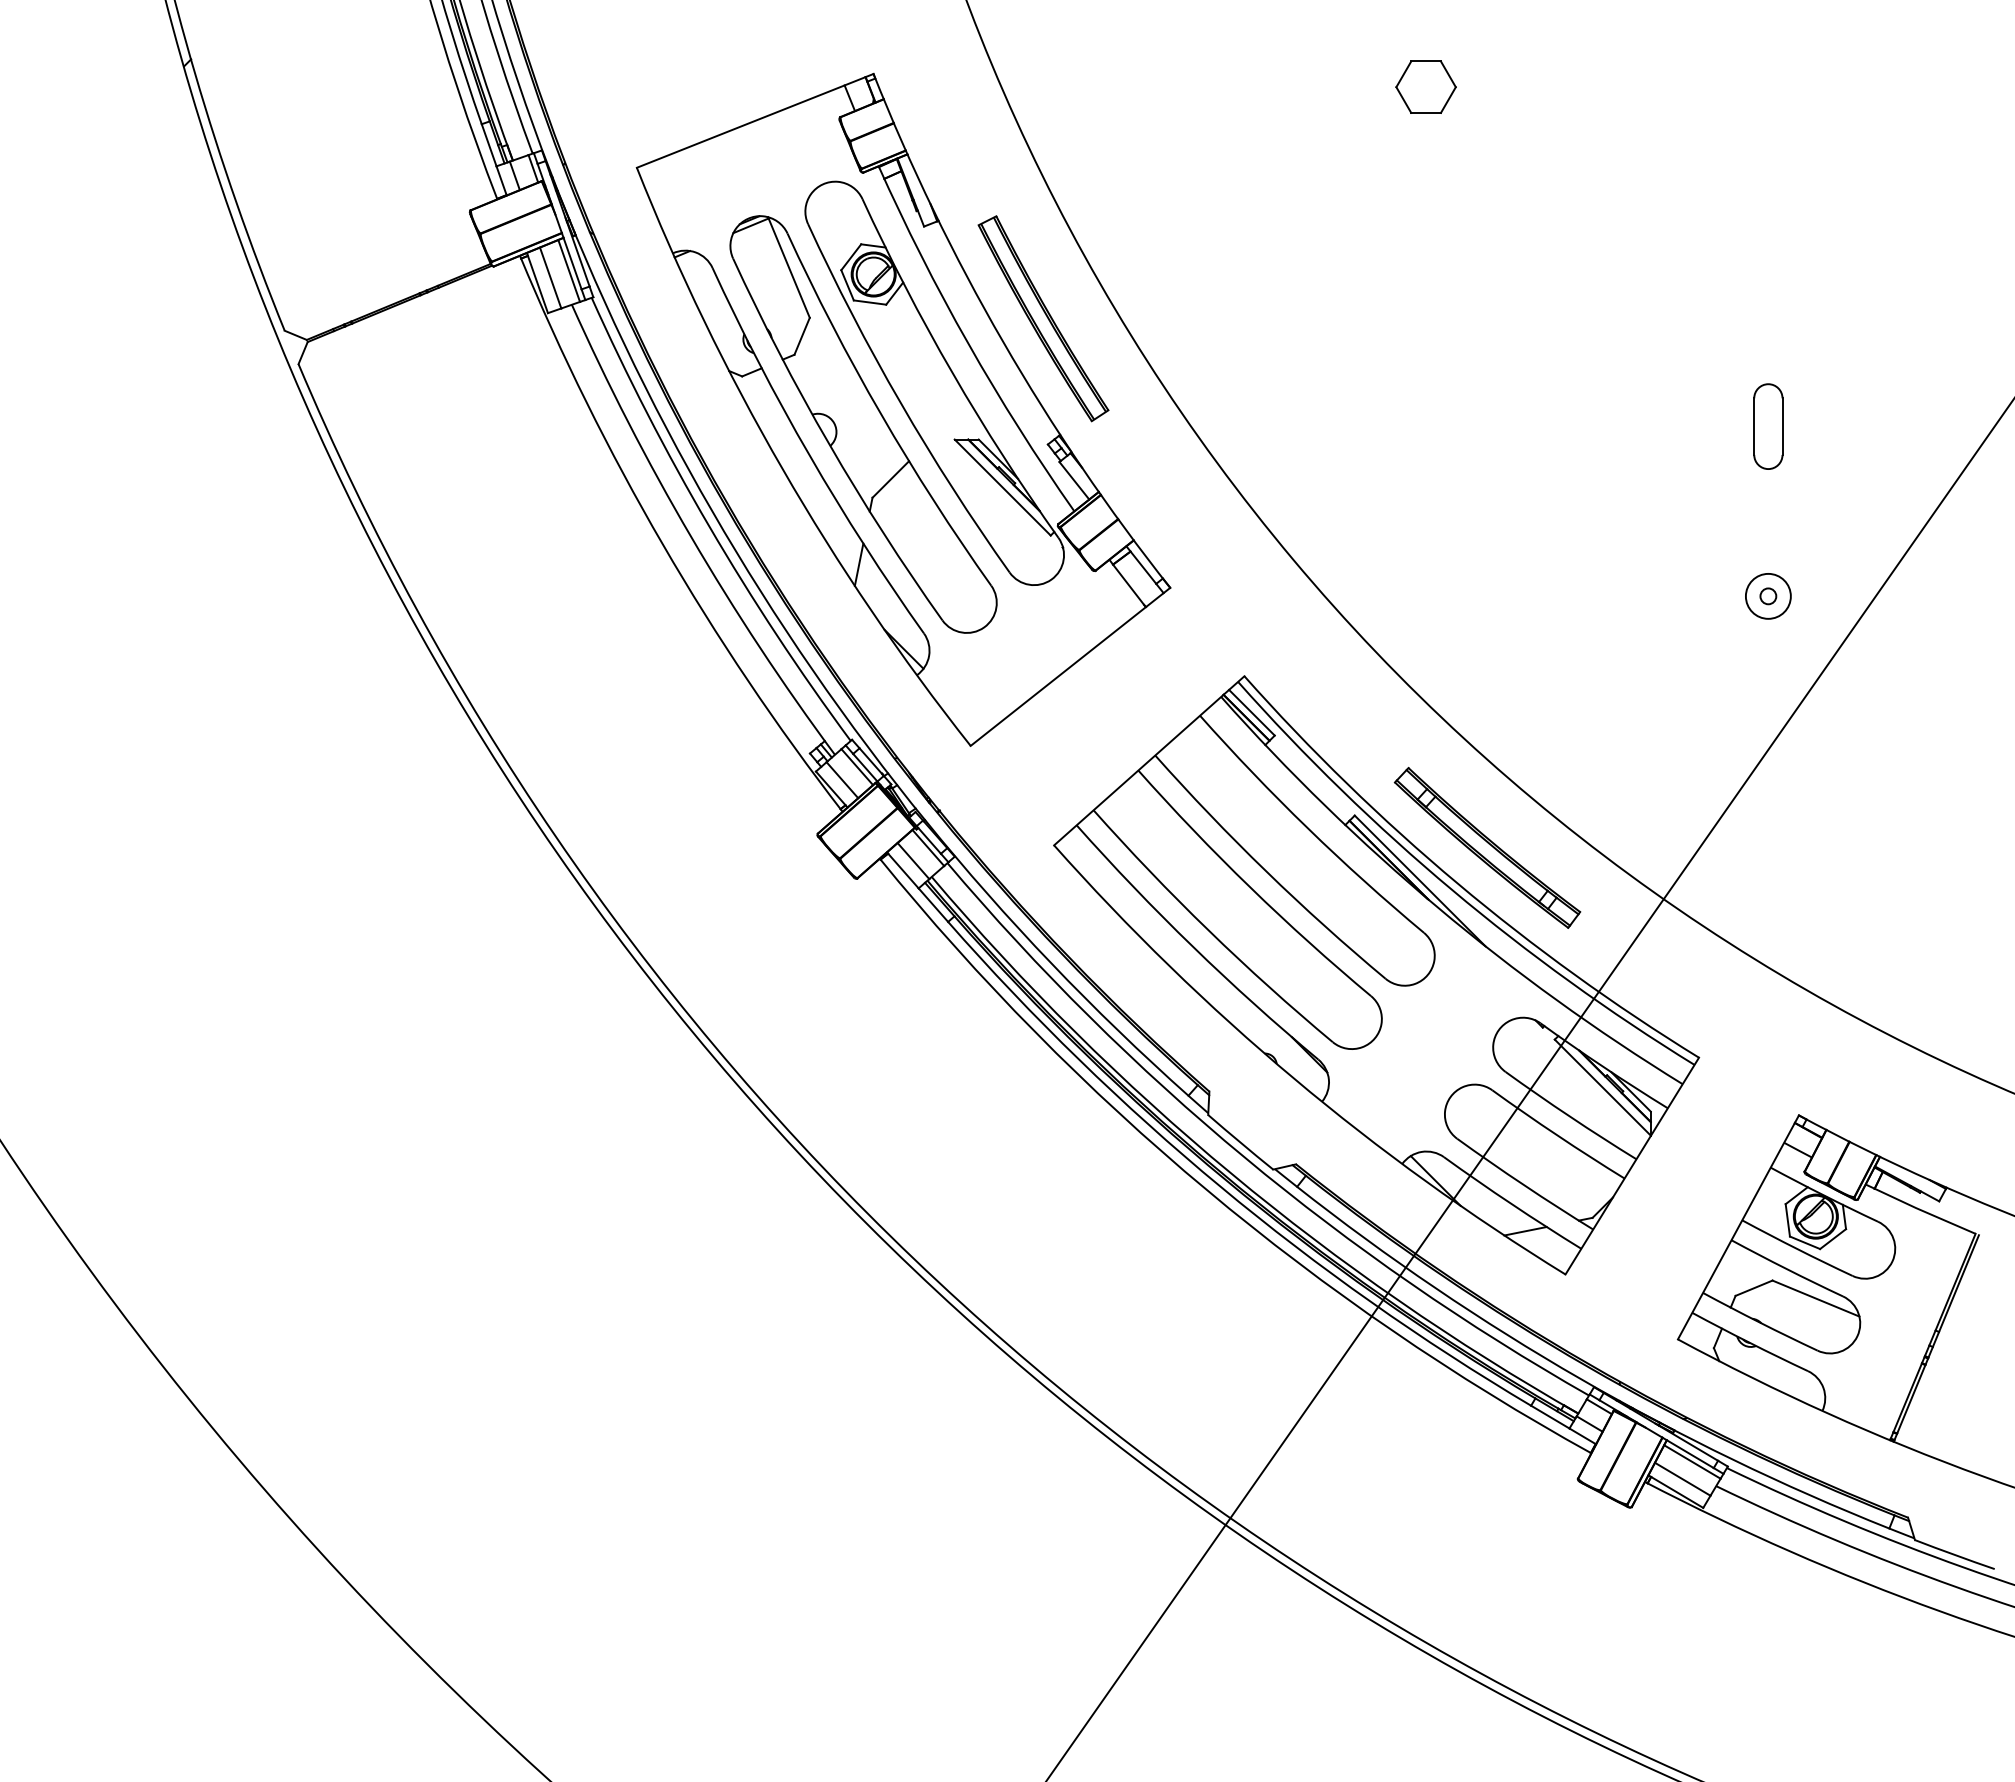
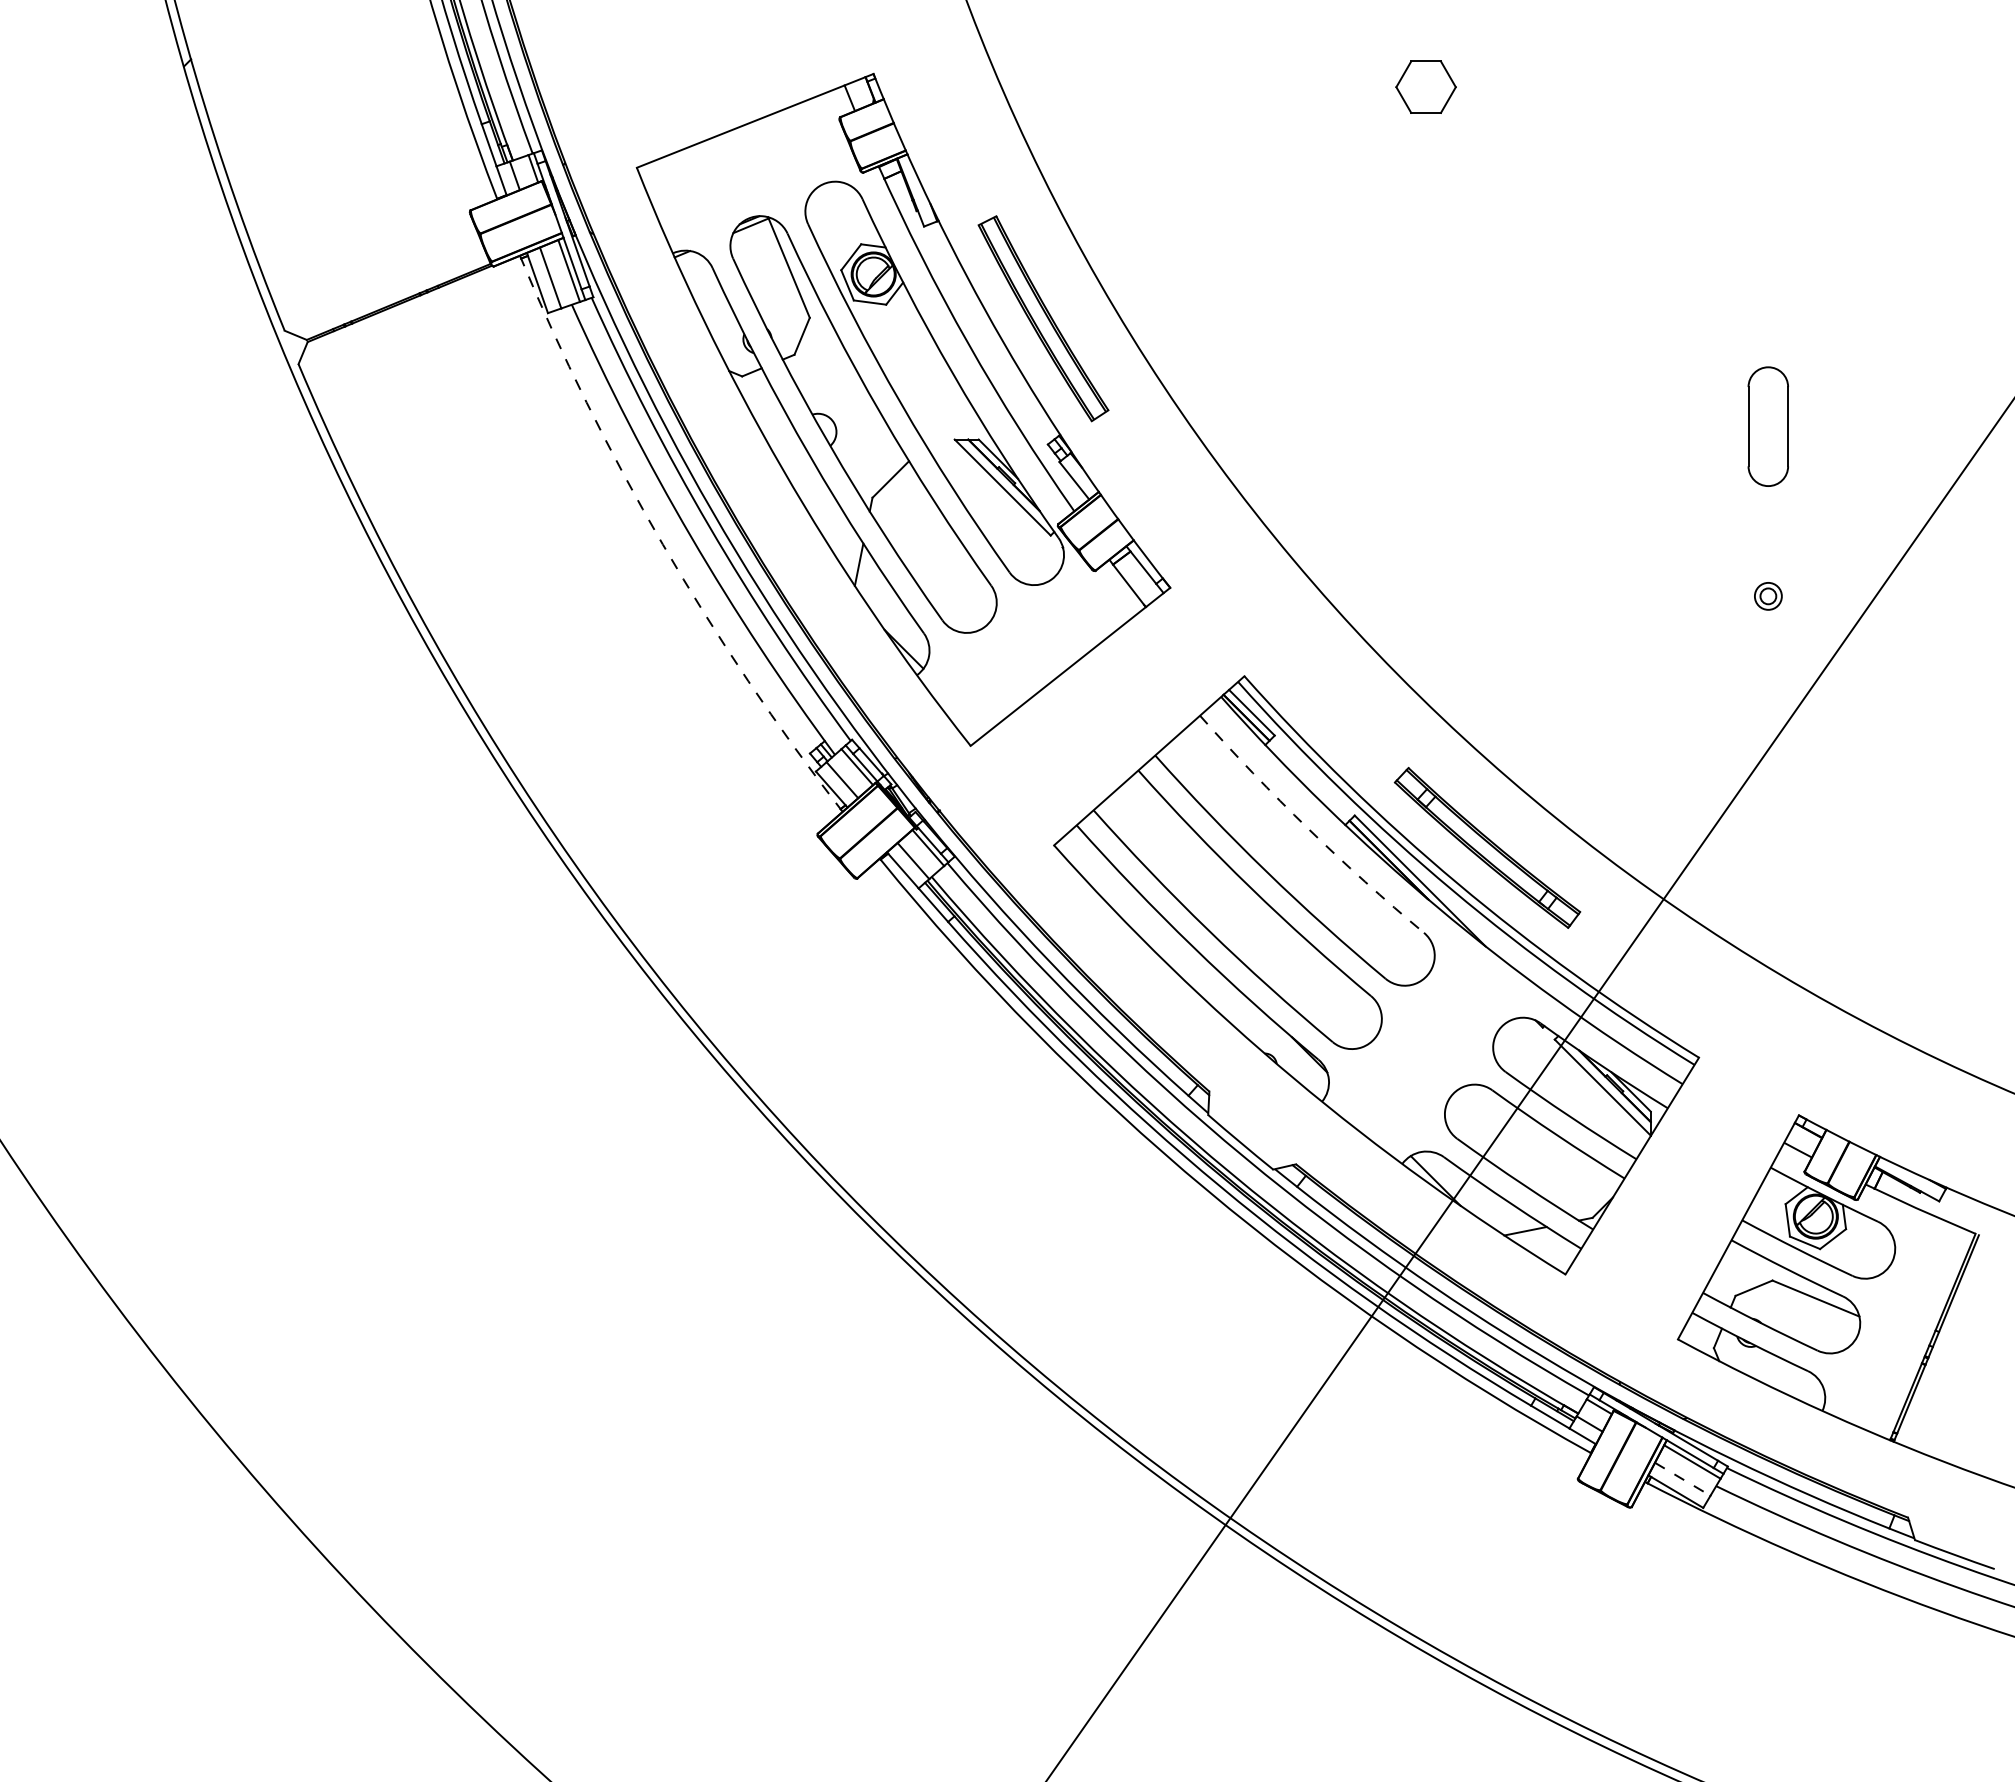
part at (1768, 426) size: 31x87 px -> 42x121 px
arc at (662, 544): solid -> dashed
circle at (1767, 595) diameter: 45 px -> 27 px
arc at (1307, 828): solid -> dashed
line at (1683, 1479): solid -> dashed
